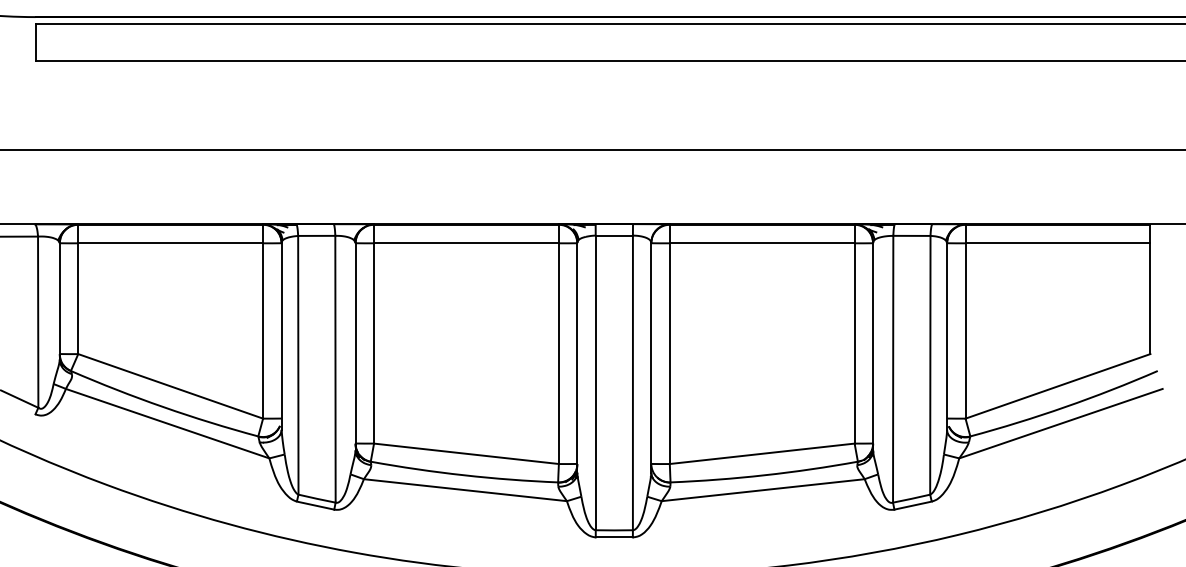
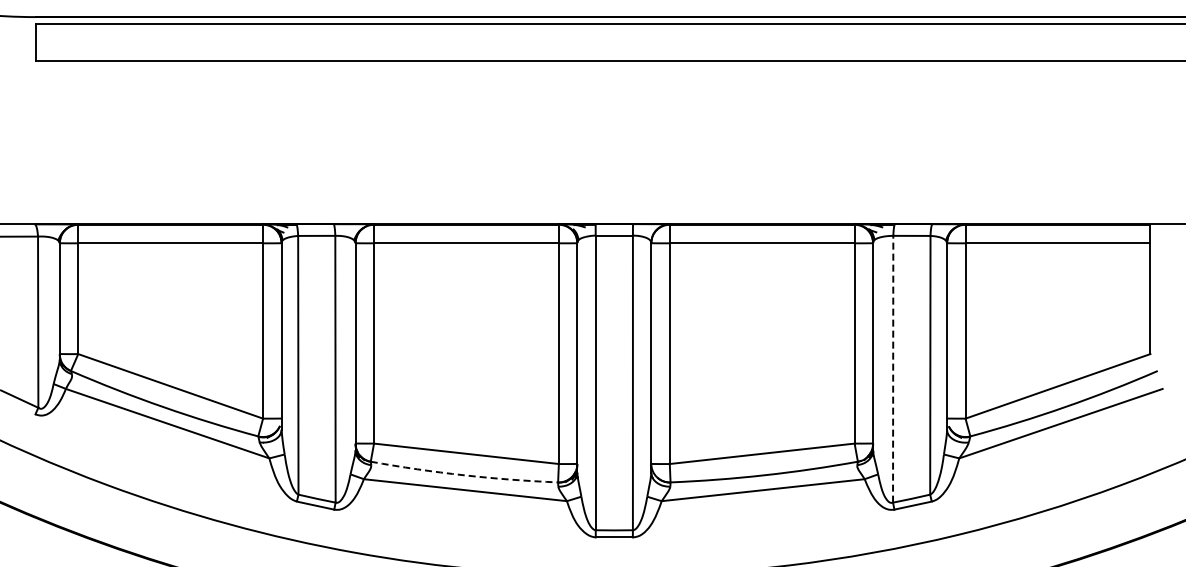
line at (592, 149): present -> none
line at (893, 368): solid -> dashed
arc at (464, 475): solid -> dashed
